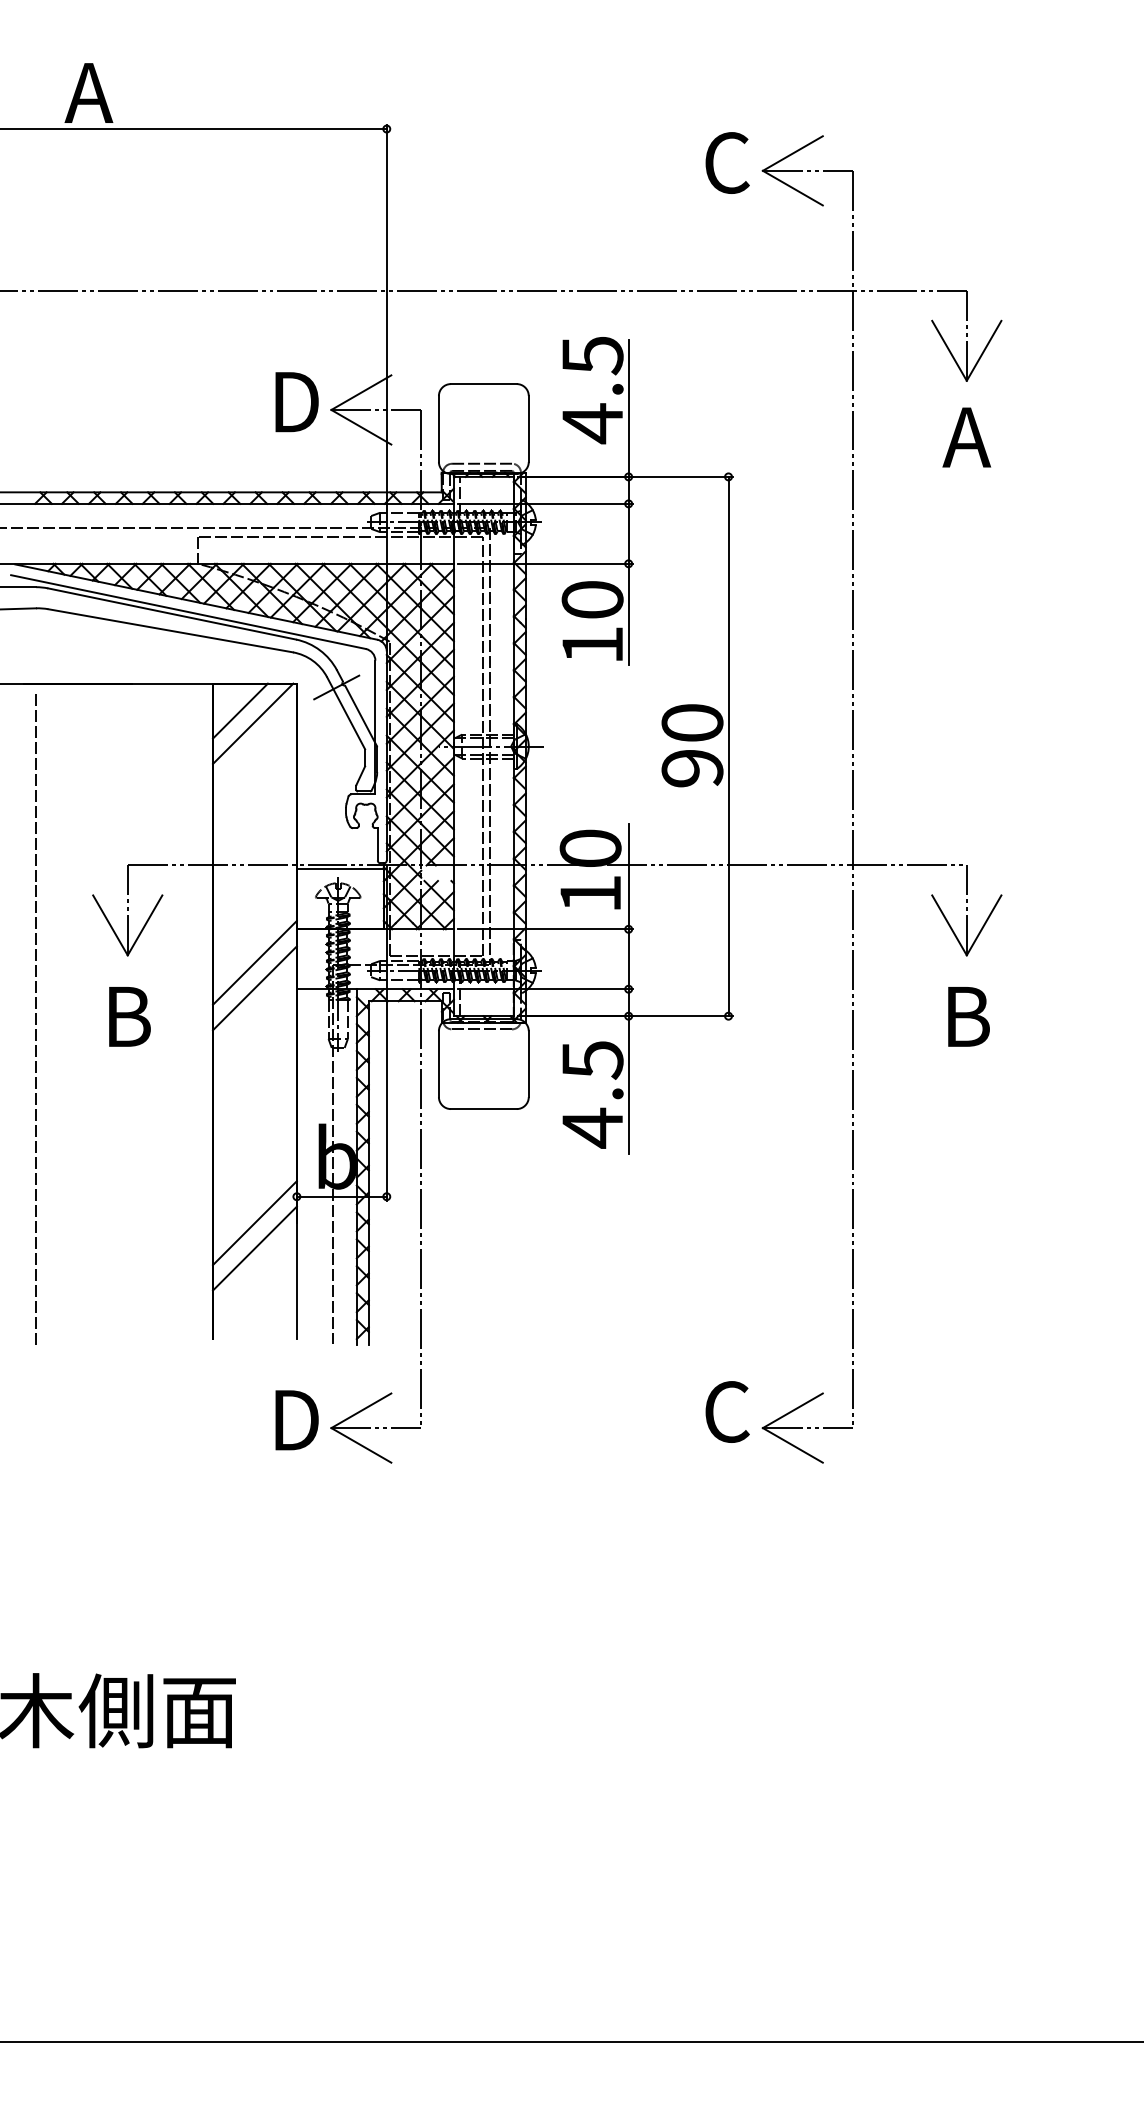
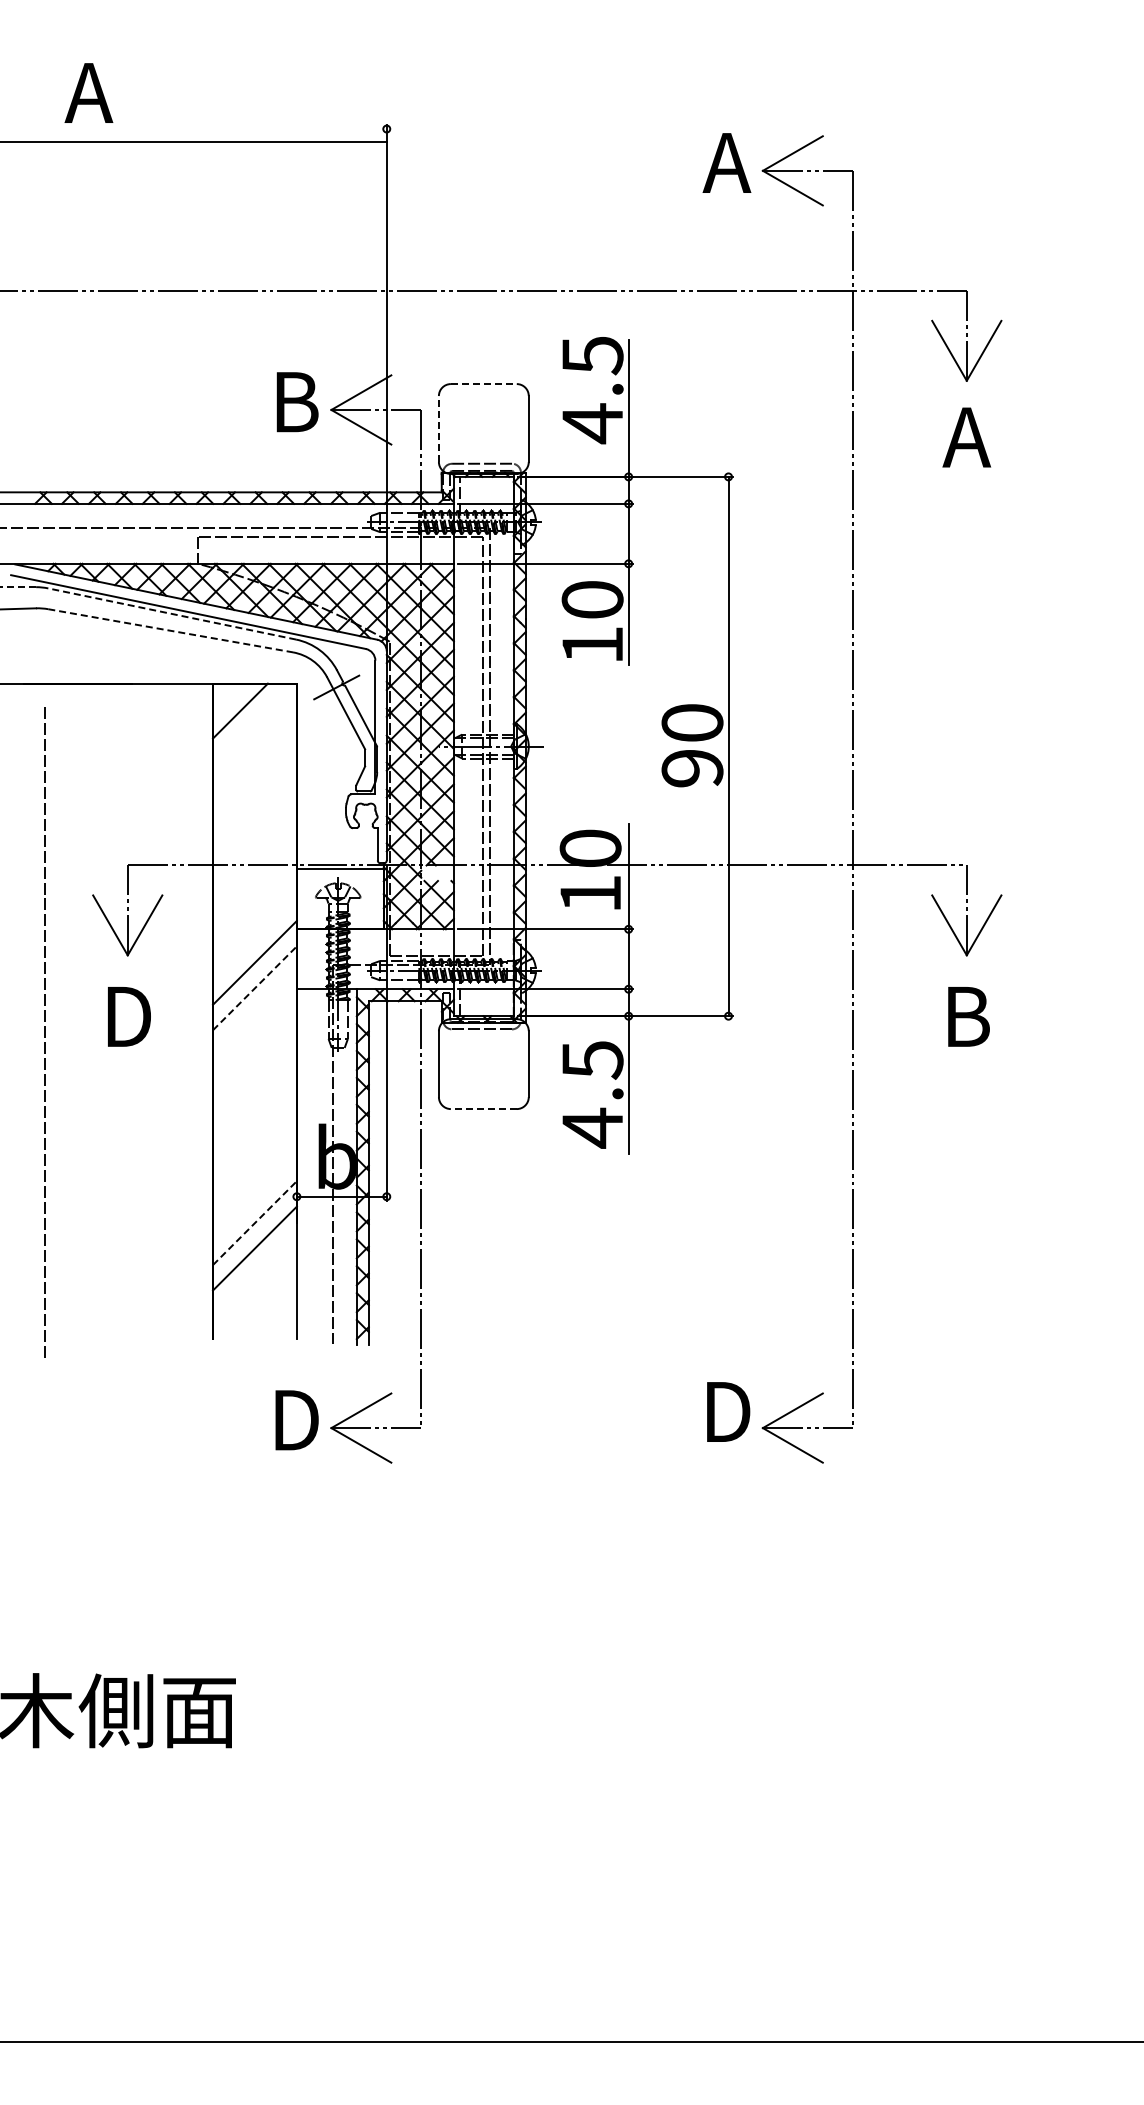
line at (194, 129) position: (194, 129) -> (194, 142)
text at (726, 162): C -> A
line at (483, 384): solid -> dashed
text at (296, 402): D -> B
line at (438, 429): solid -> dashed
line at (18, 587): solid -> dashed
line at (172, 614): solid -> dashed
line at (171, 630): solid -> dashed
line at (253, 723): present -> none
line at (255, 987): solid -> dashed
text at (128, 1016): B -> D
line at (35, 1019) position: (35, 1019) -> (44, 1032)
line at (483, 1109): solid -> dashed
line at (255, 1222): solid -> dashed
text at (727, 1411): C -> D
